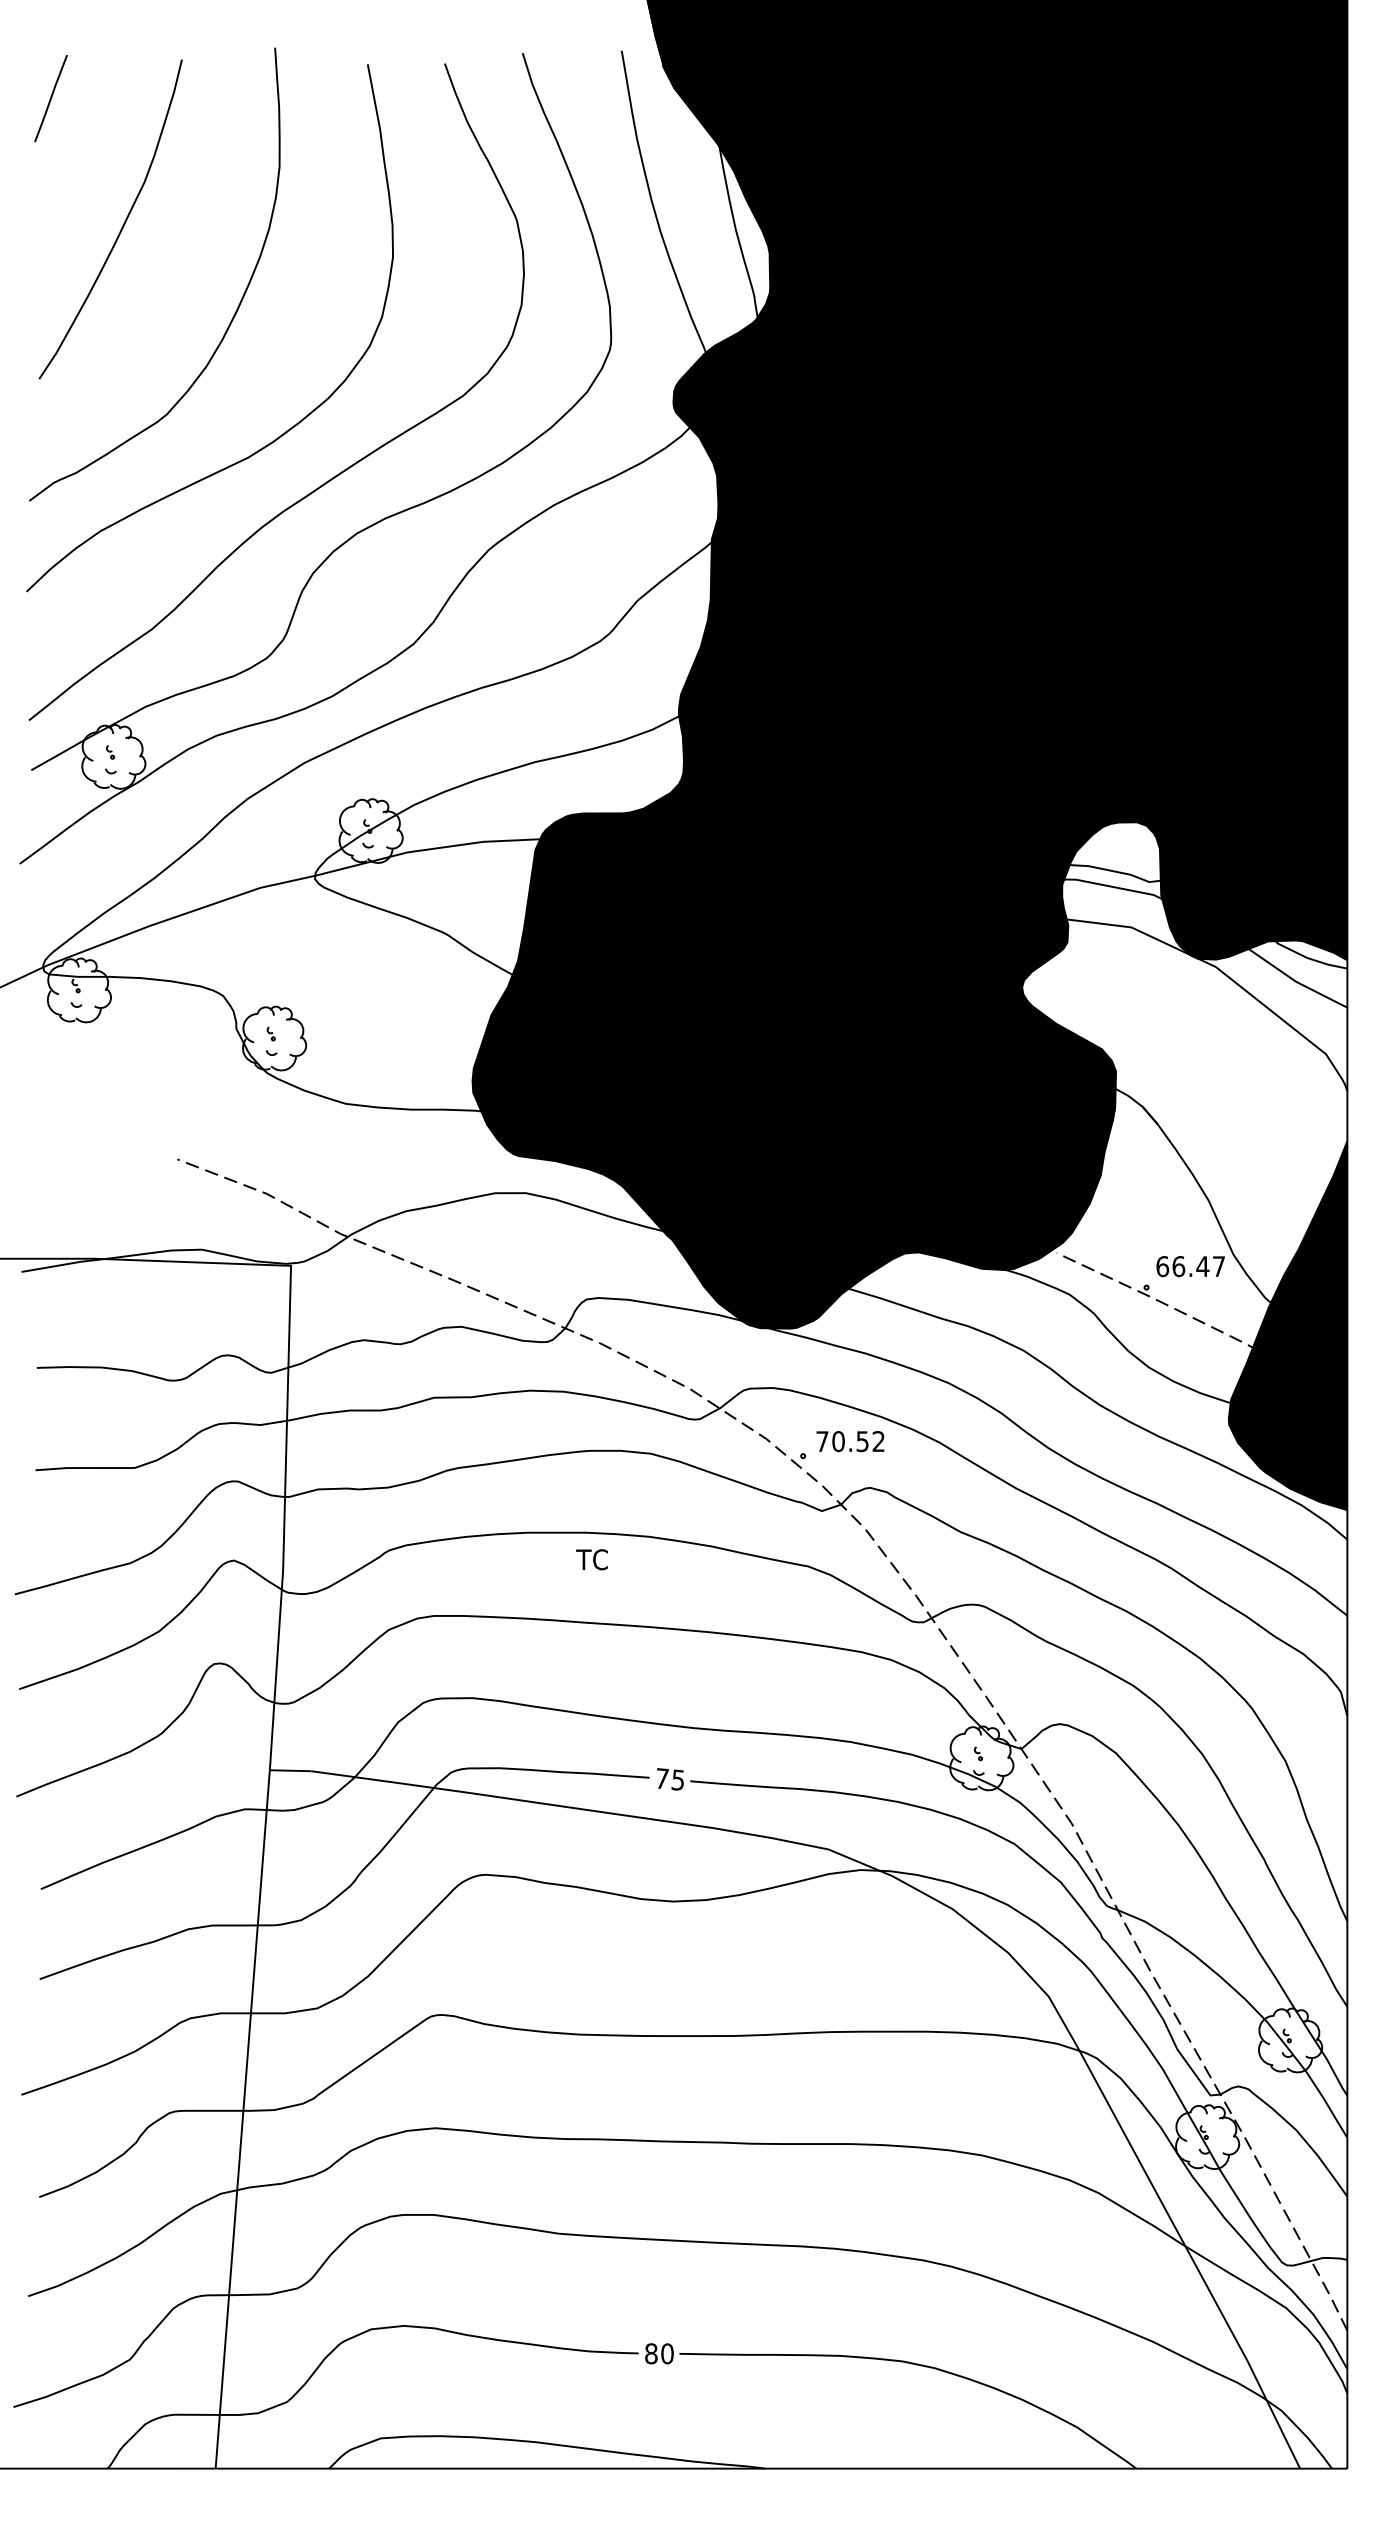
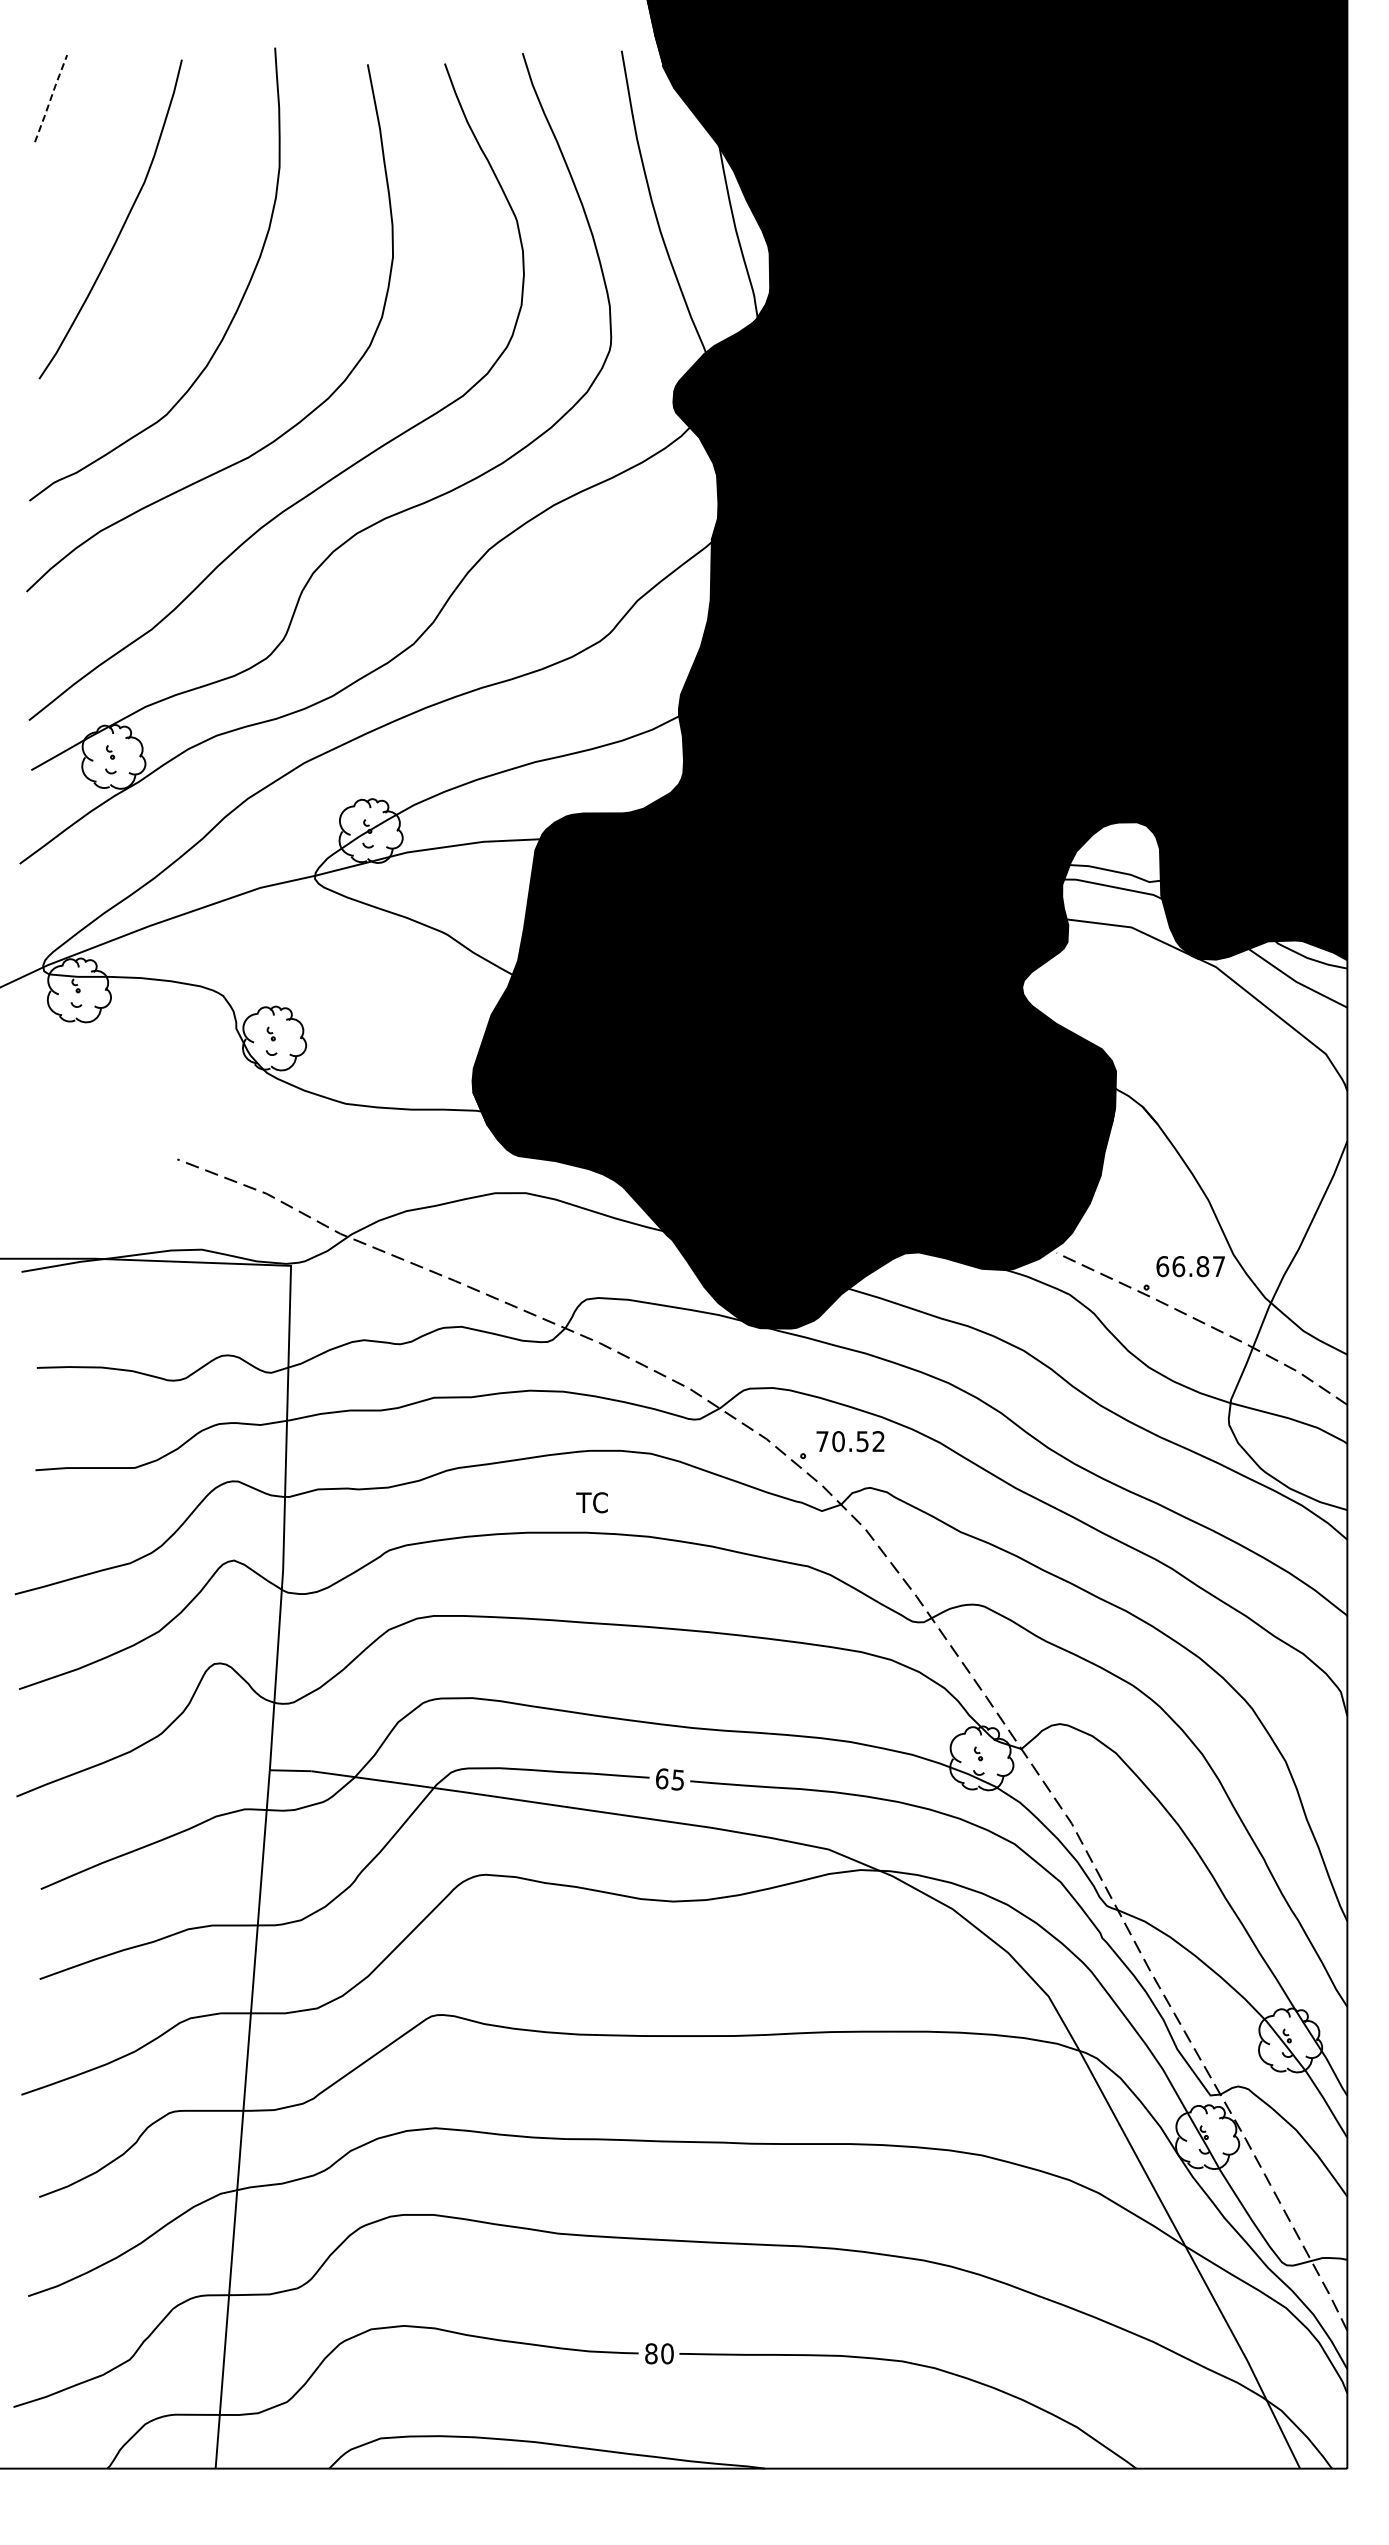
line at (51, 98): solid -> dashed
text at (1202, 1266): 66.47 -> 66.87
fill at (1287, 1325): present -> none
text at (591, 1559) position: (591, 1559) -> (591, 1502)
text at (662, 1778): 75 -> 65
